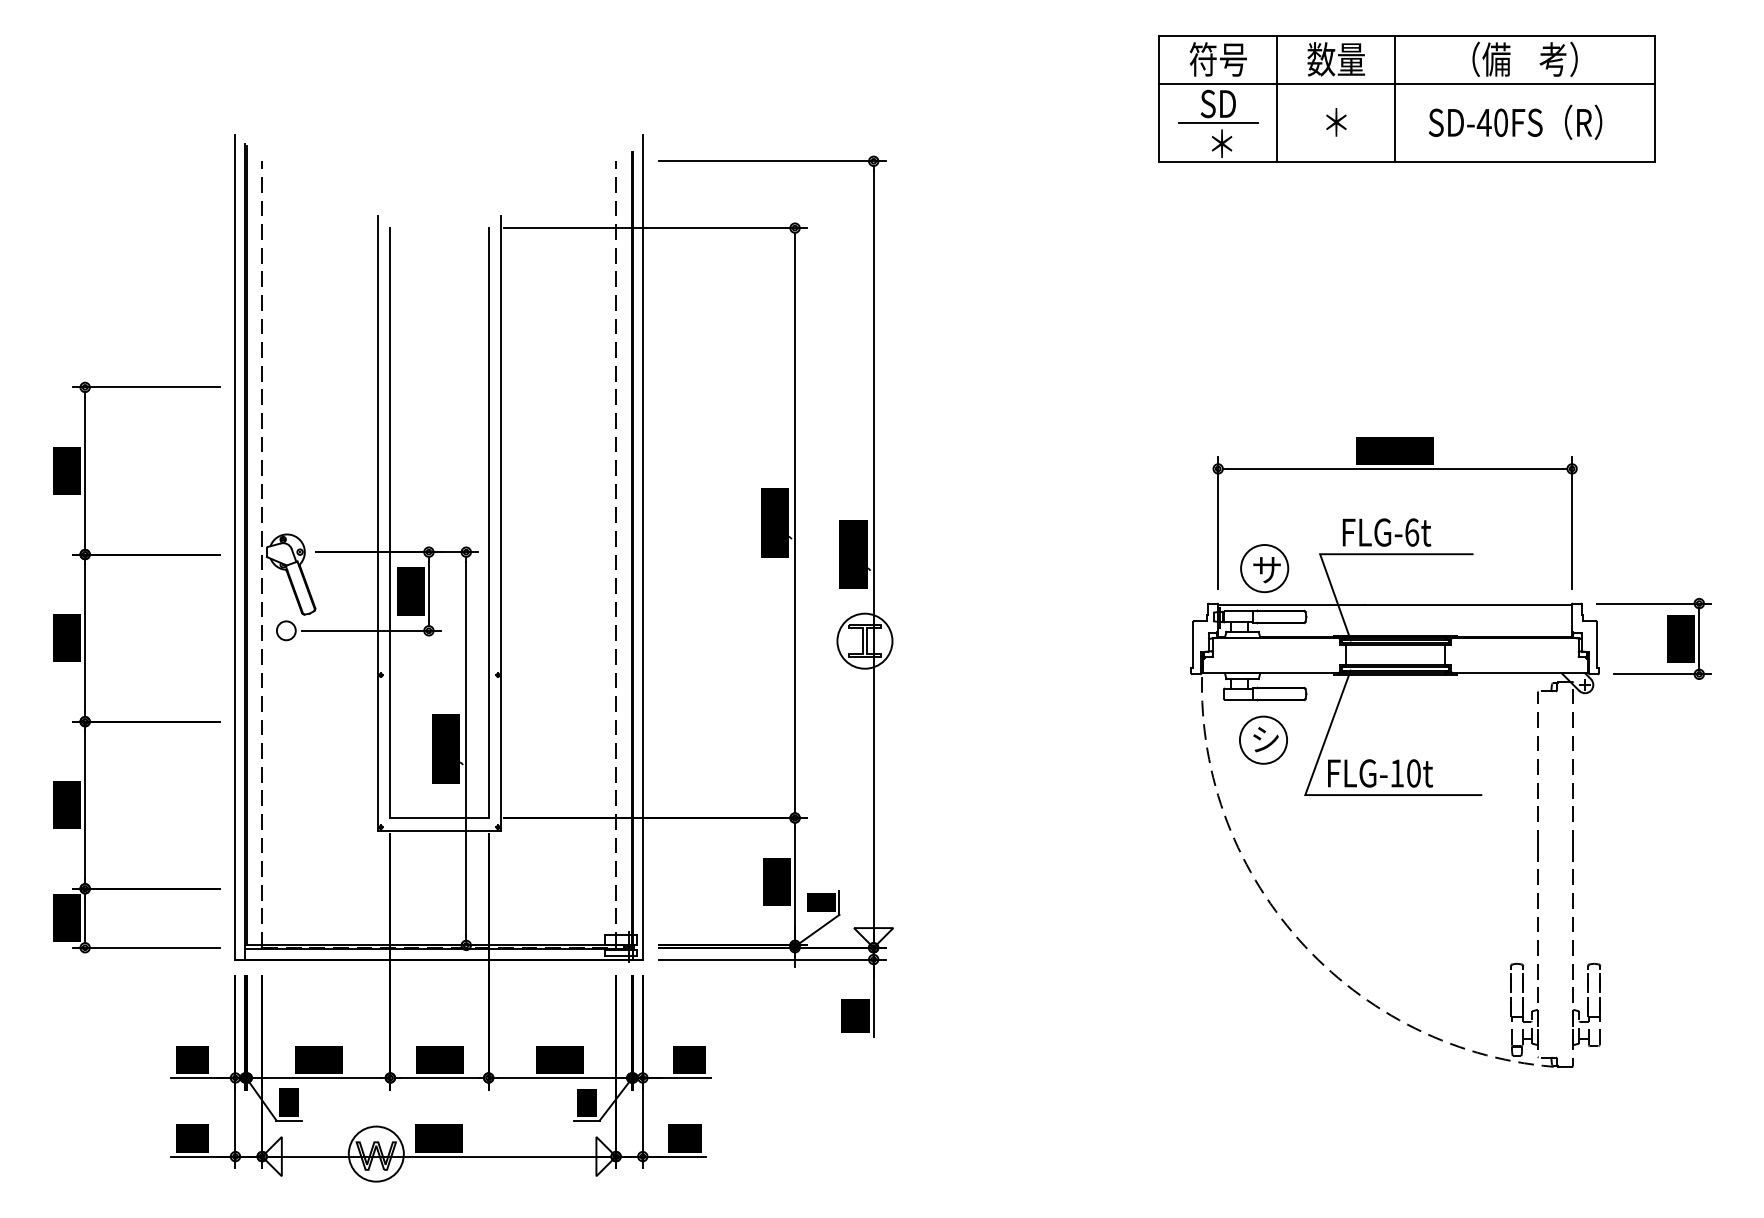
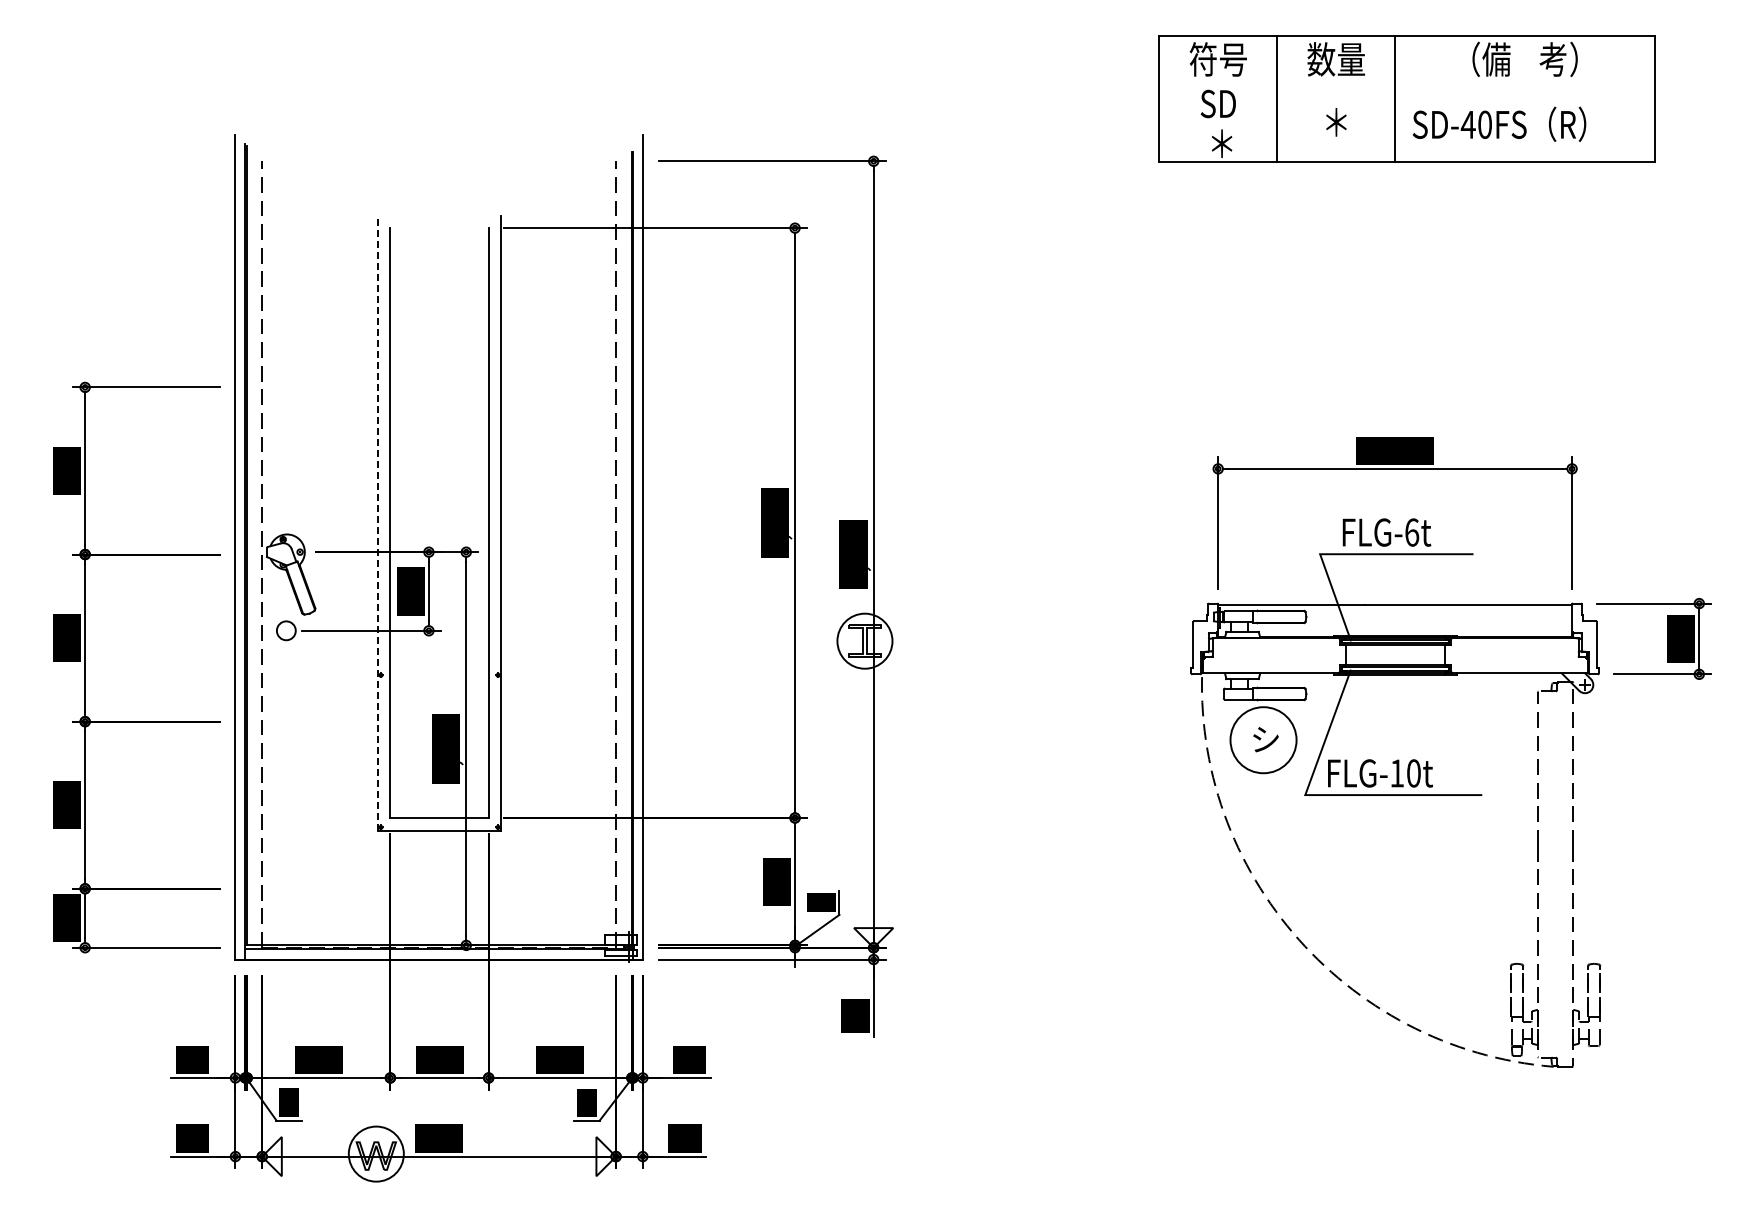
line at (1406, 83): present -> none
text at (1515, 121) position: (1515, 121) -> (1499, 123)
line at (1218, 122): present -> none
line at (377, 523): solid -> dashed
part at (1264, 568): present -> none
circle at (1263, 739) diameter: 47 px -> 66 px
